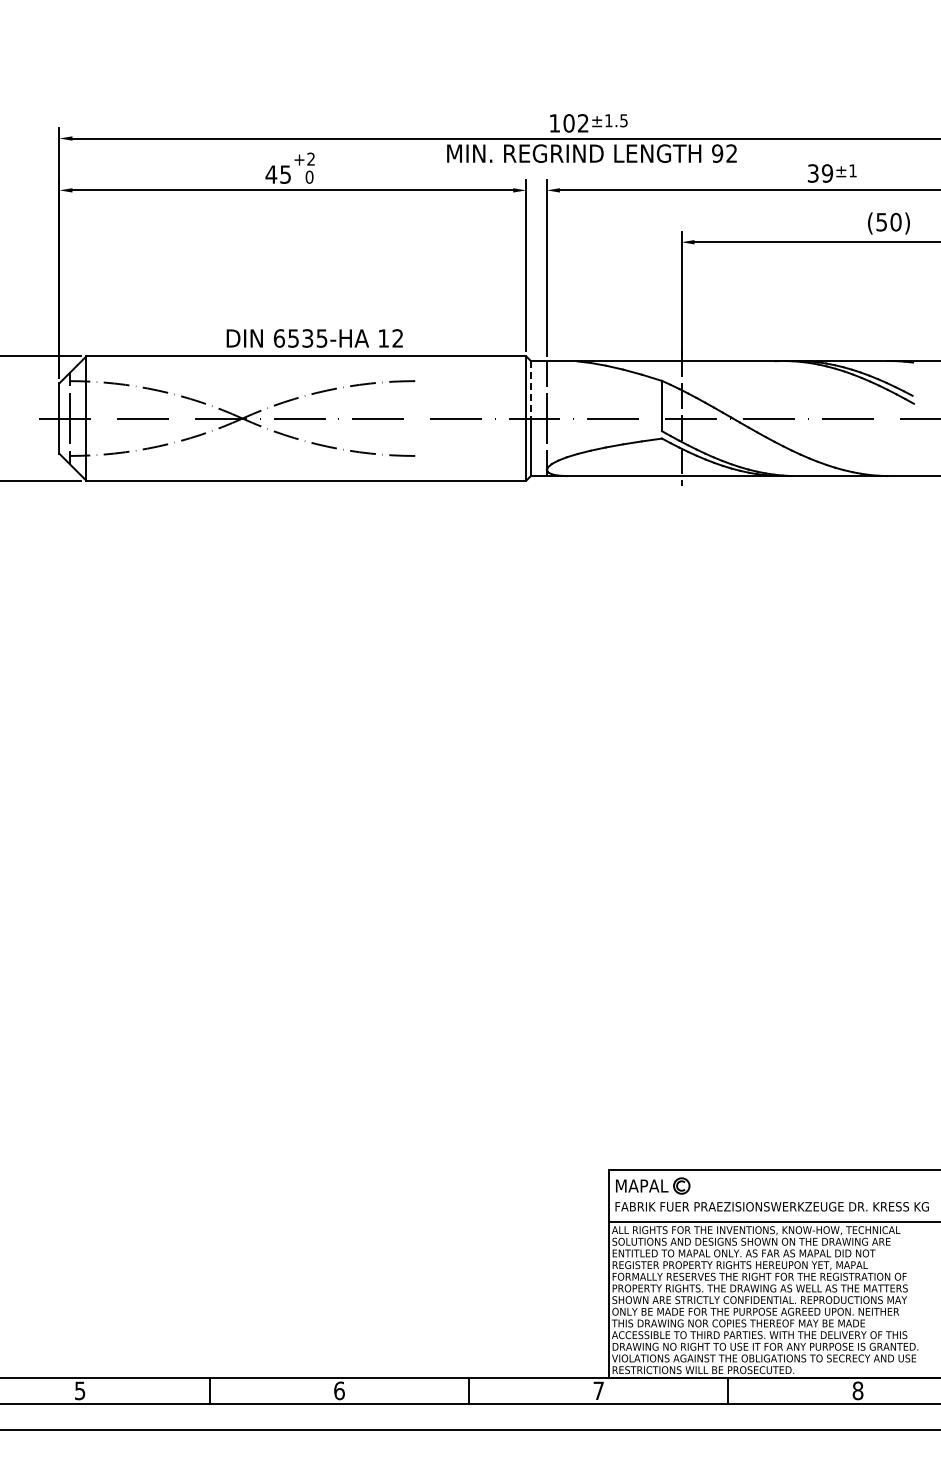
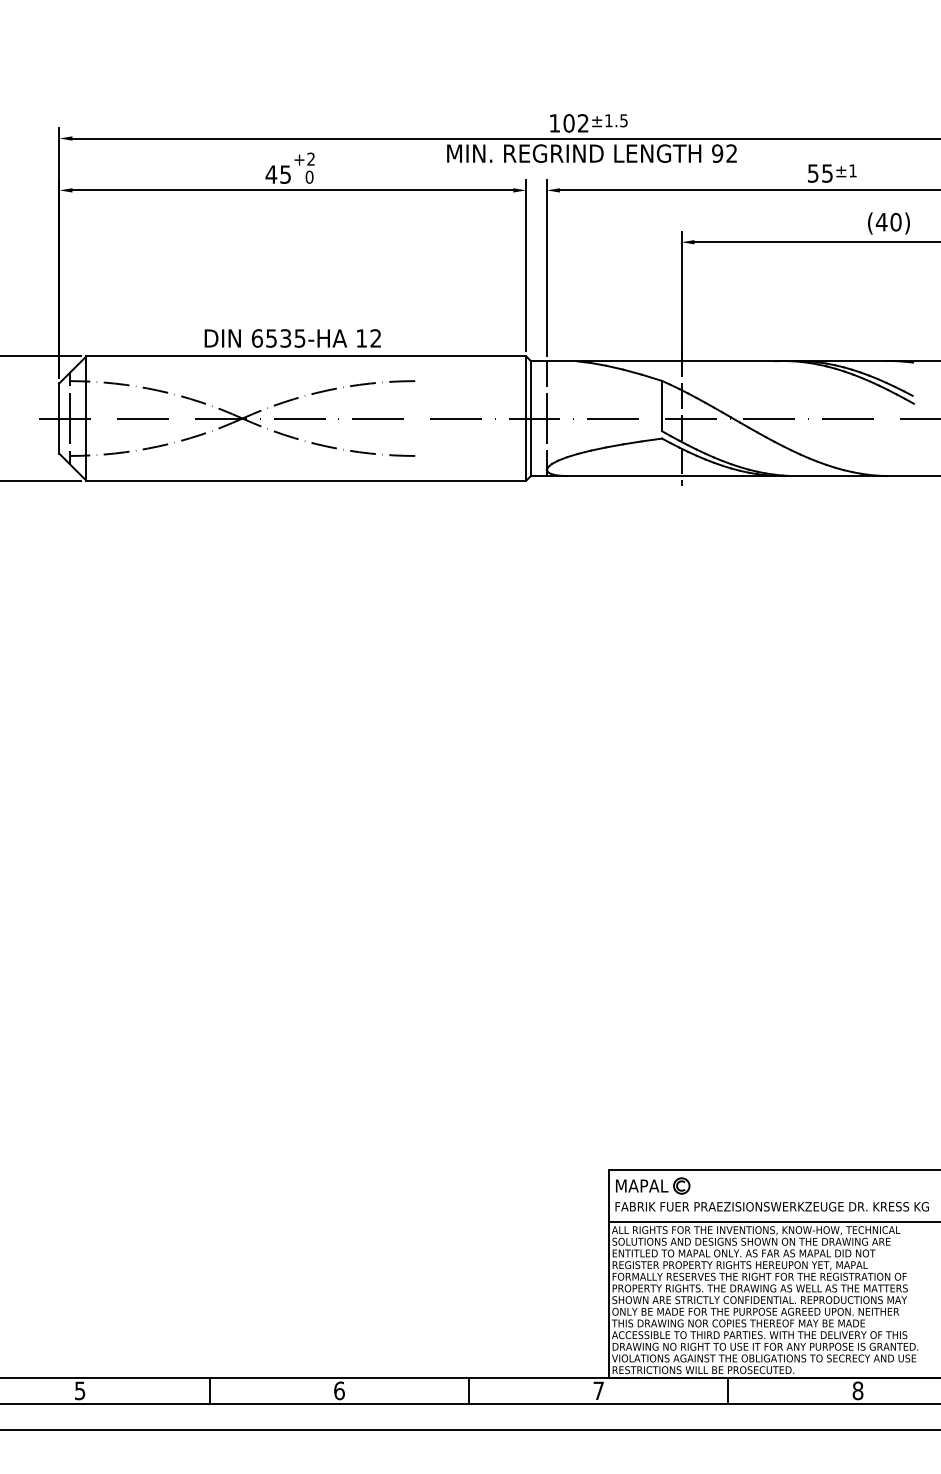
text at (820, 173): 39 -> 55
text at (881, 222): (50) -> (40)
text at (314, 338) position: (314, 338) -> (292, 338)
line at (530, 389): dashed -> solid
